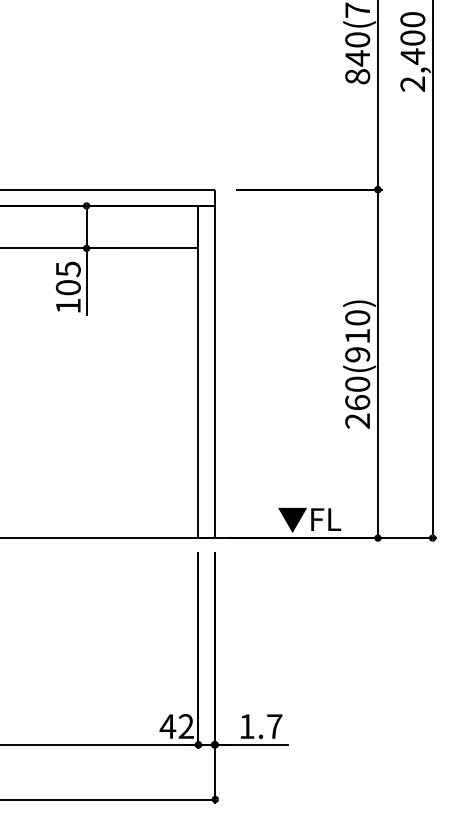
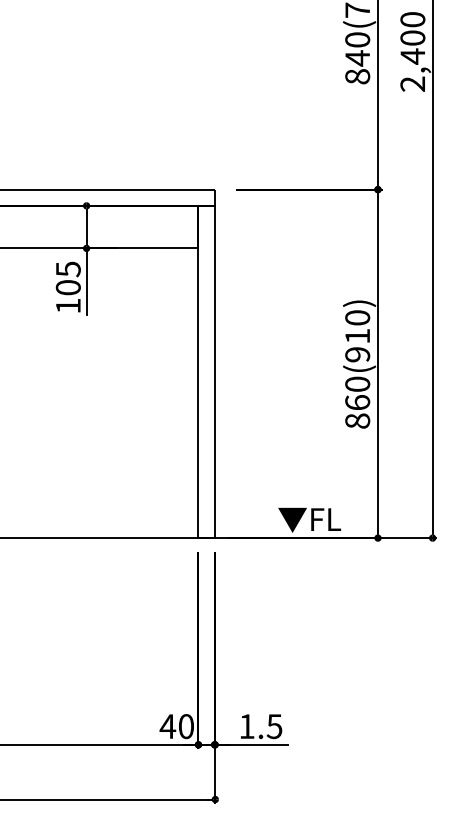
text at (357, 420): 260(910) -> 860(910)
text at (185, 726): 42 -> 40
text at (274, 726): 1.7 -> 1.5
